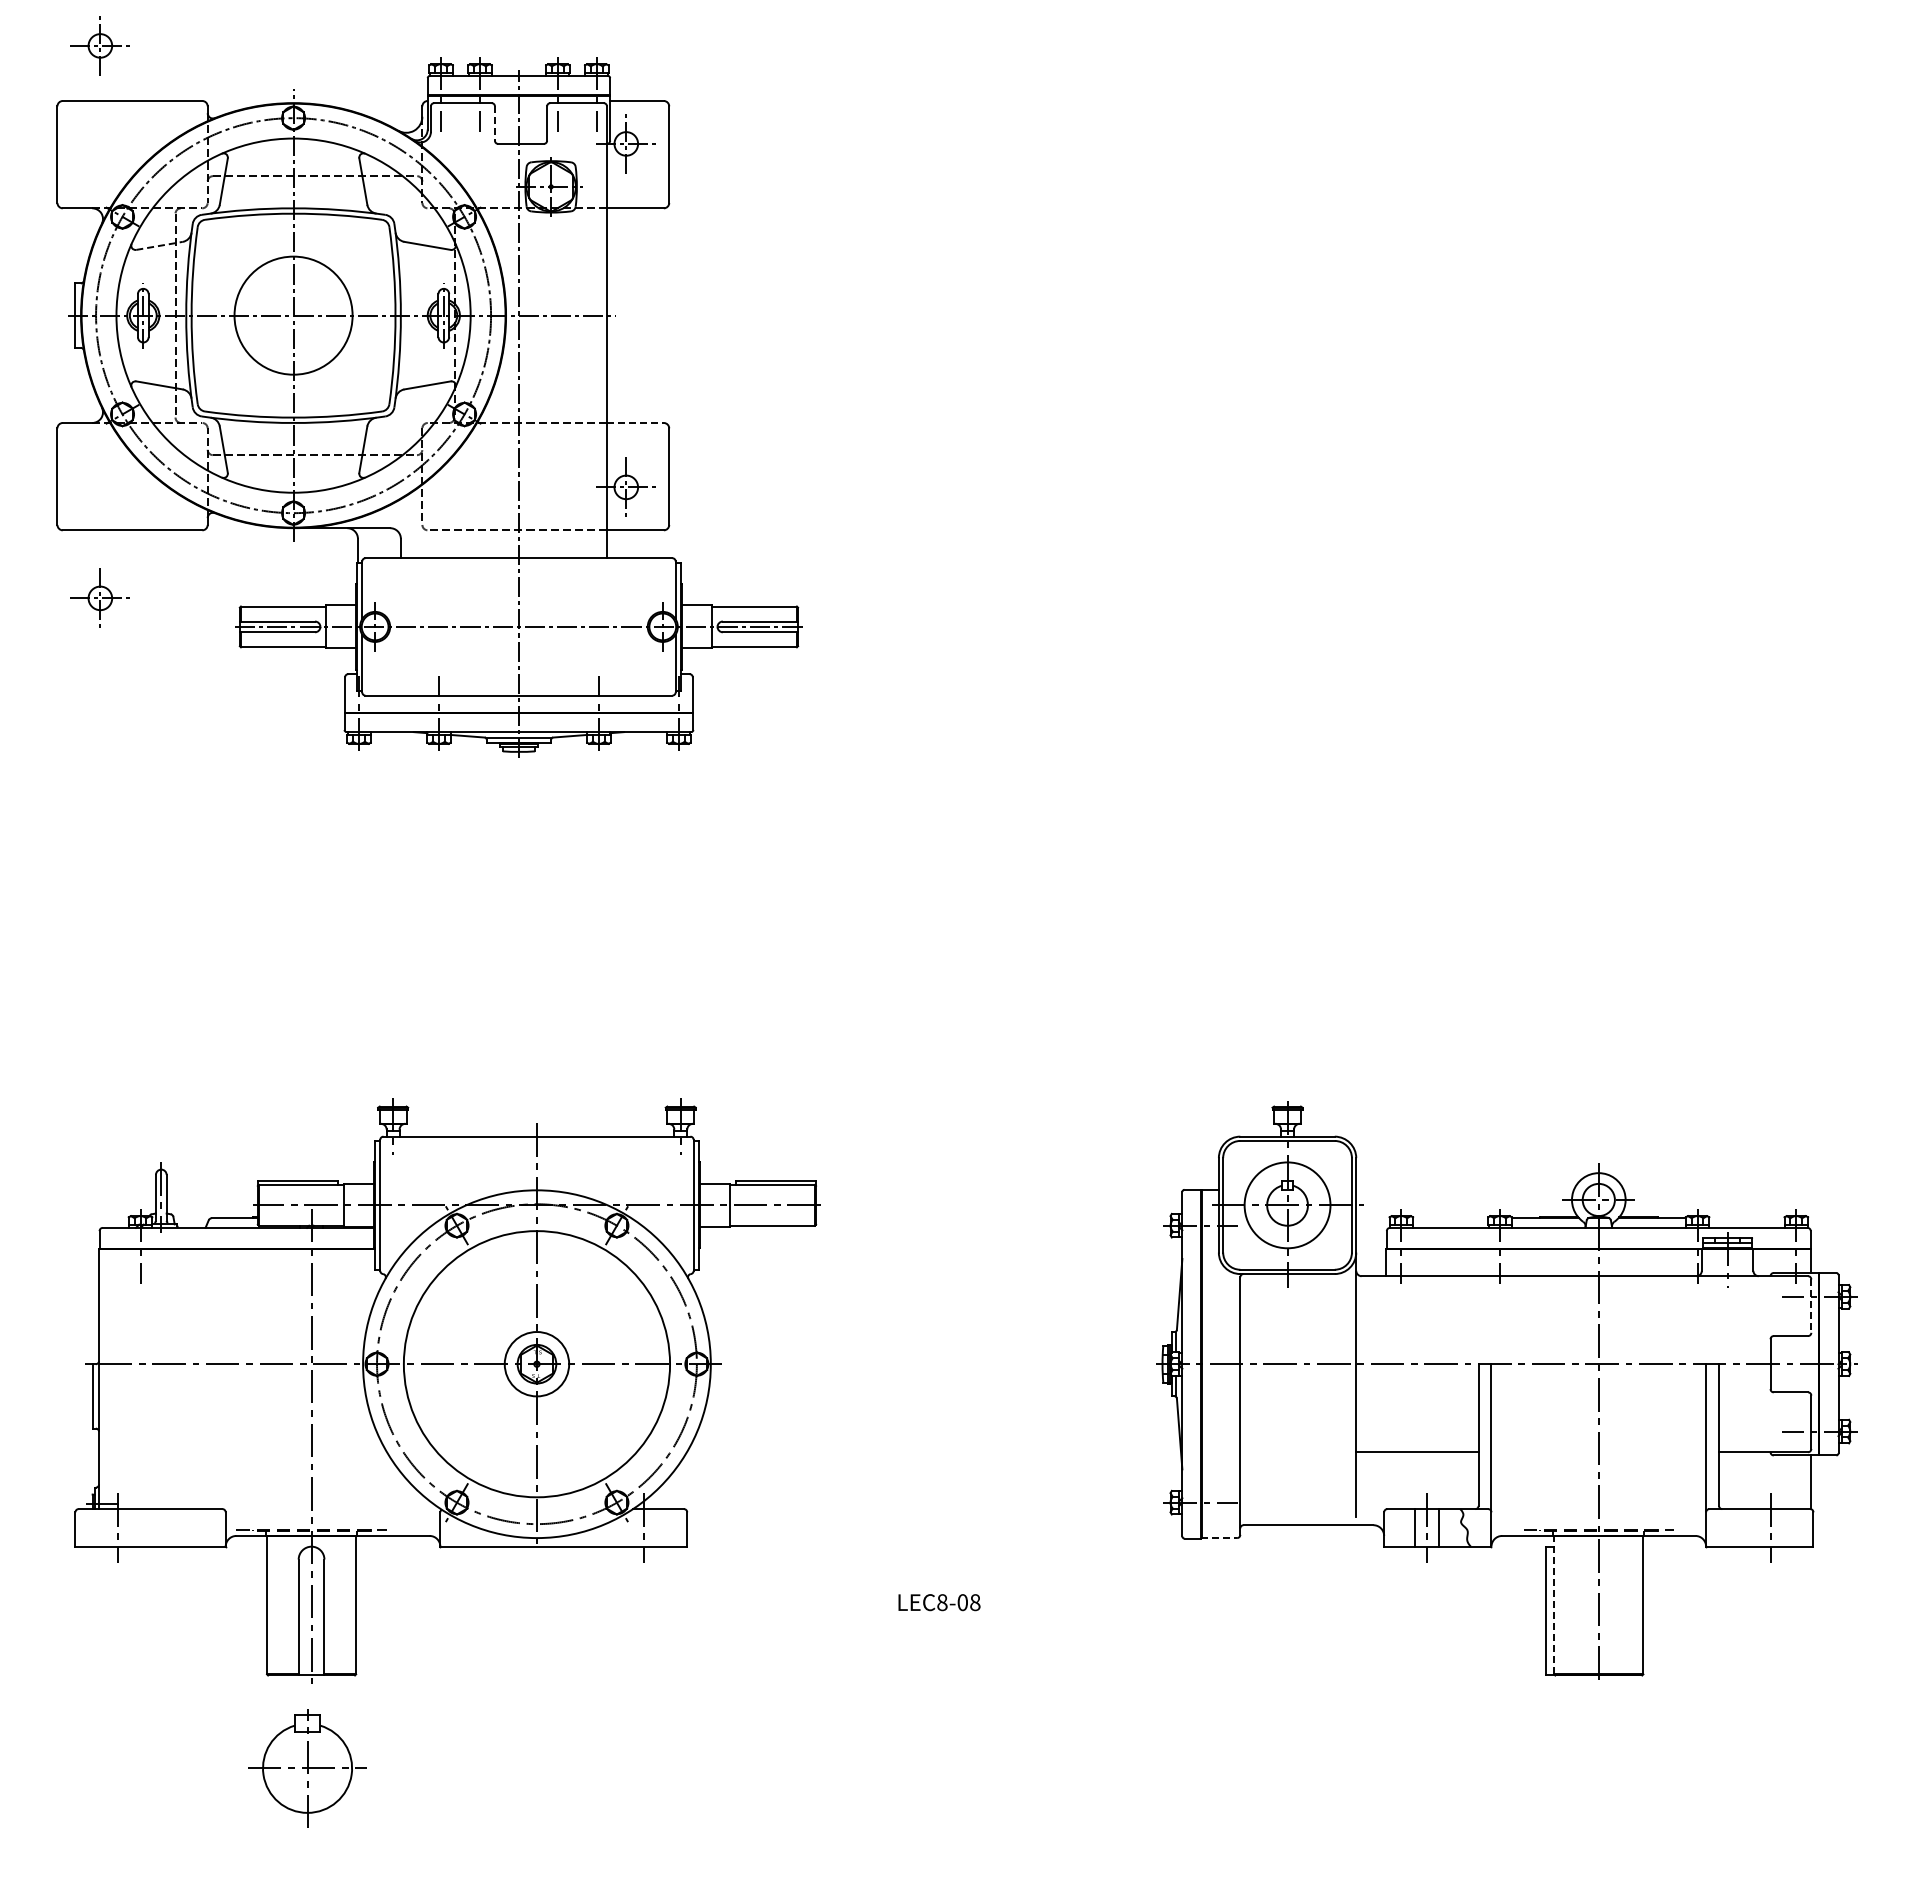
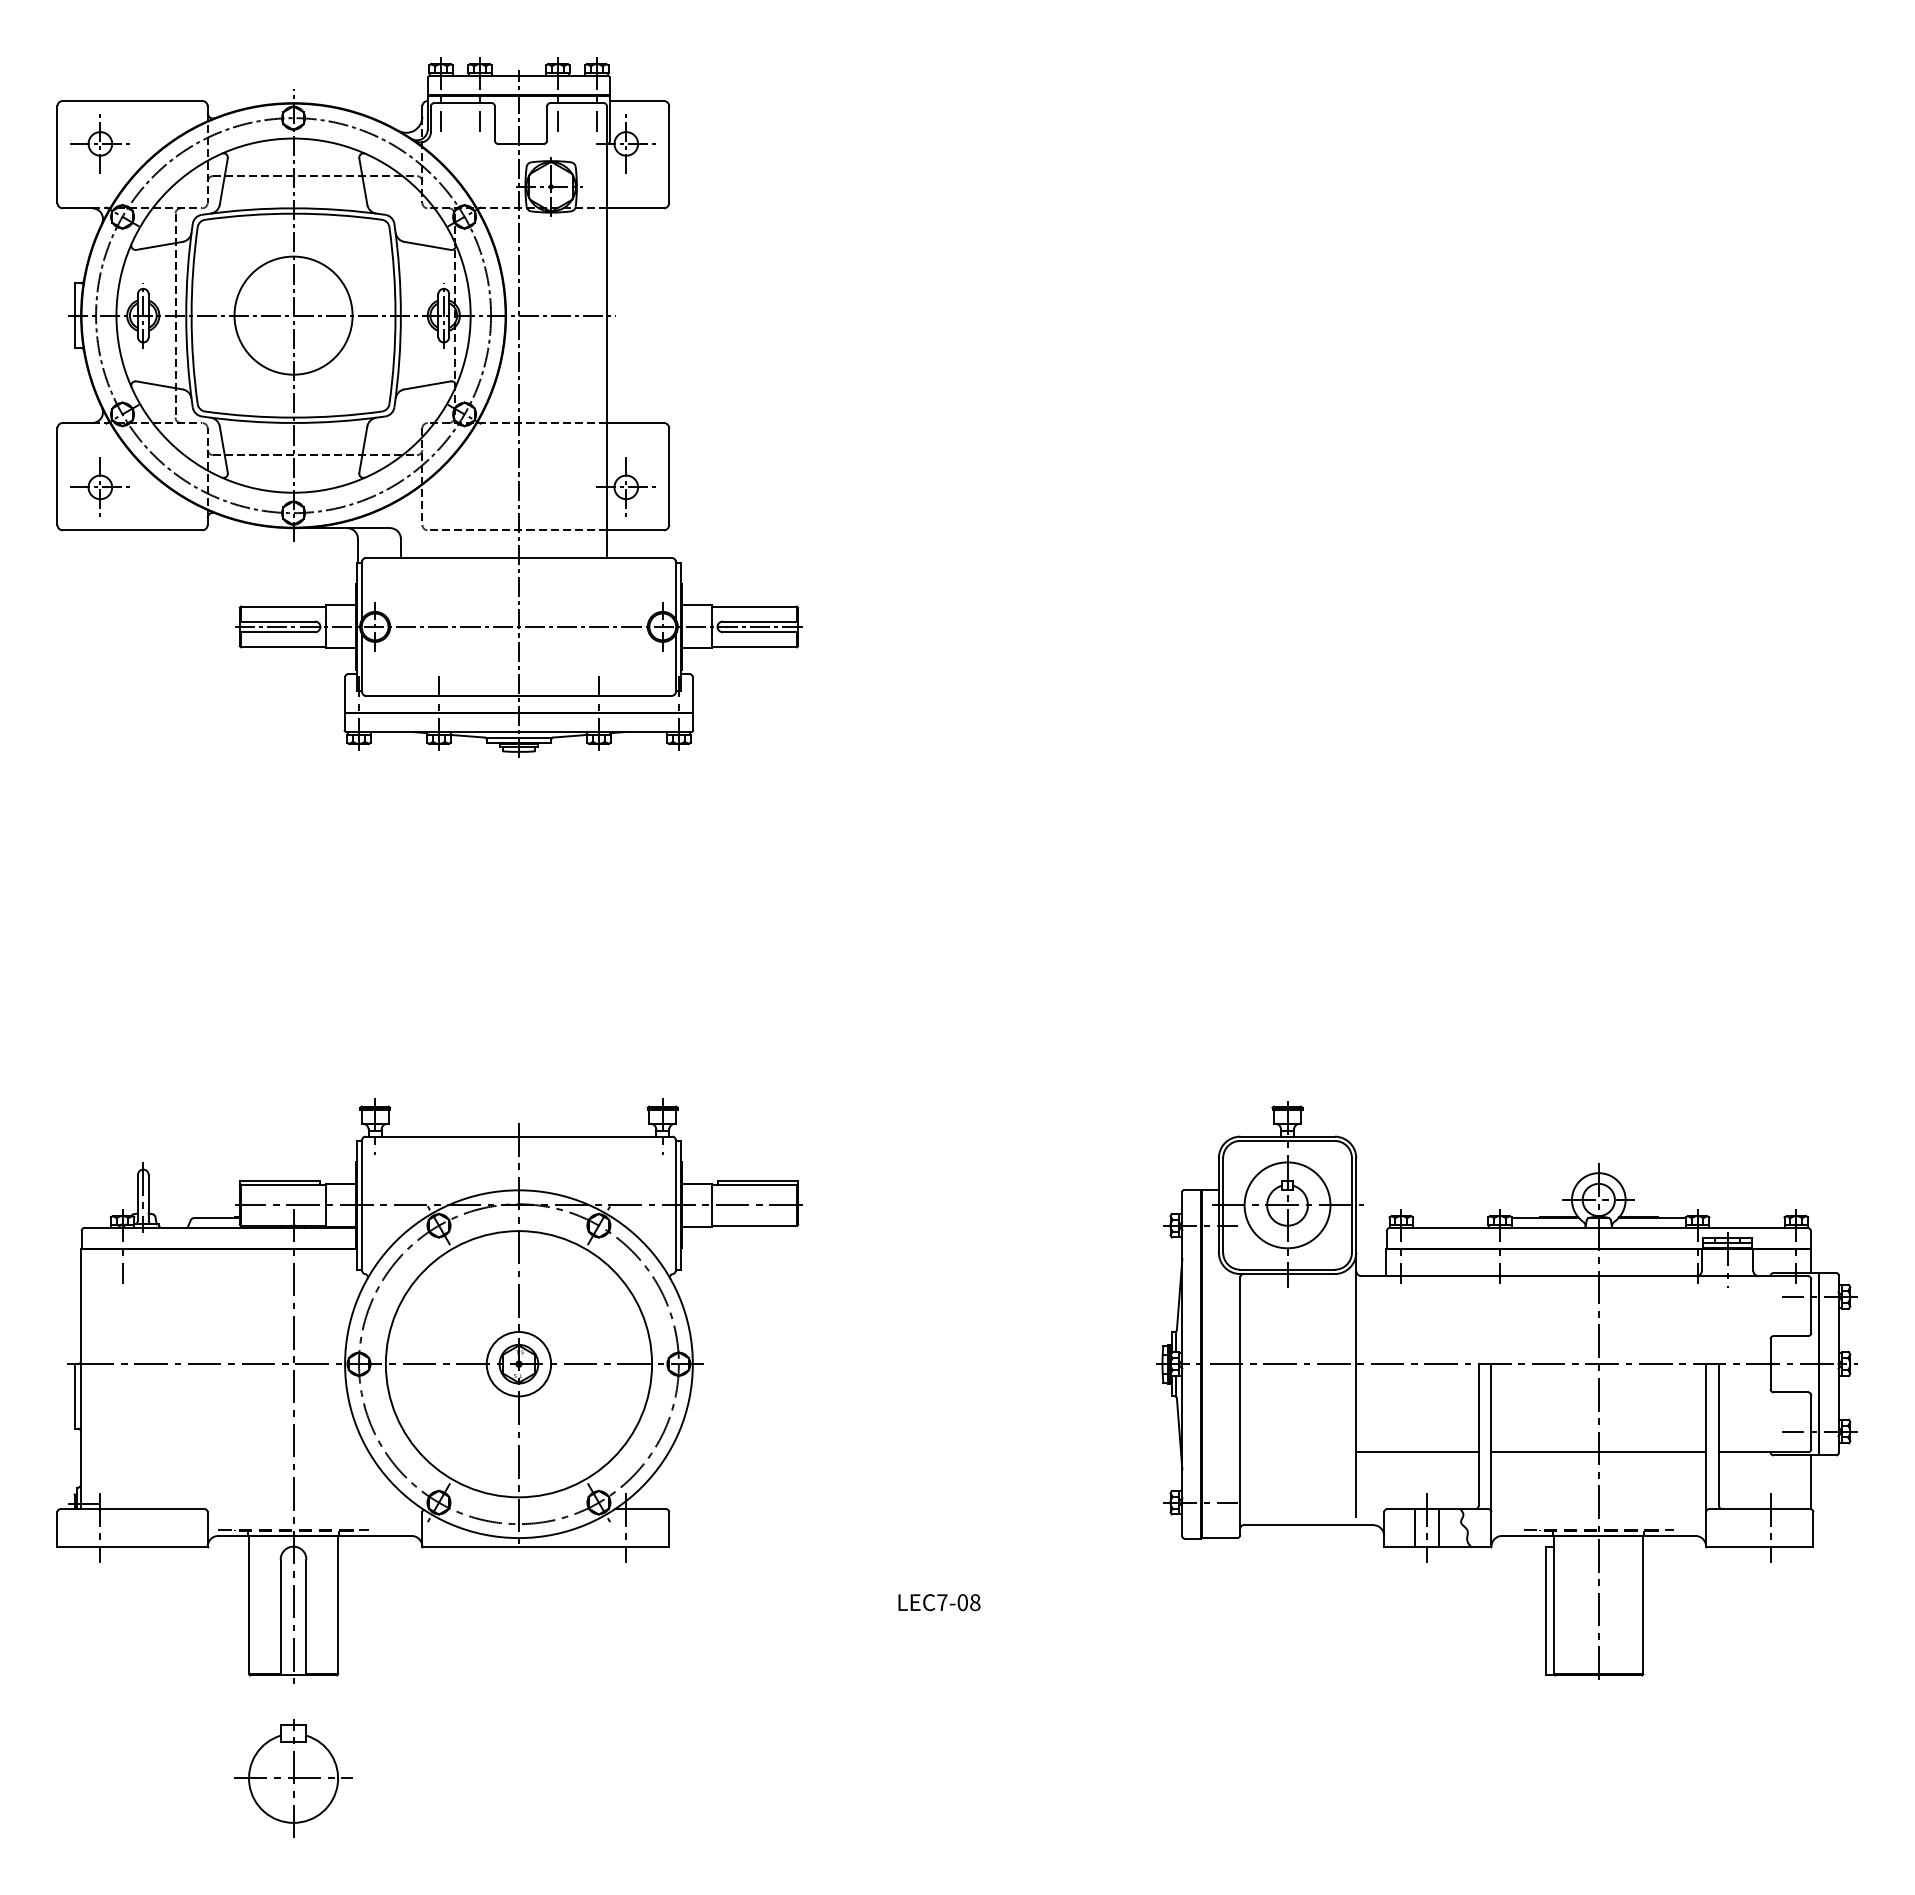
part at (99, 45) position: (99, 45) -> (99, 143)
line at (494, 124): dashed -> solid
line at (159, 245): dashed -> solid
line at (635, 423): dashed -> solid
part at (99, 597) position: (99, 597) -> (99, 486)
line at (1811, 1306): dashed -> solid
part at (447, 1390) position: (447, 1390) -> (429, 1390)
line at (1598, 1452): none -> present
line at (1219, 1538): dashed -> solid
text at (942, 1602): LEC8-08 -> LEC7-08
line at (1554, 1604): dashed -> solid
part at (307, 1768) position: (307, 1768) -> (293, 1778)
